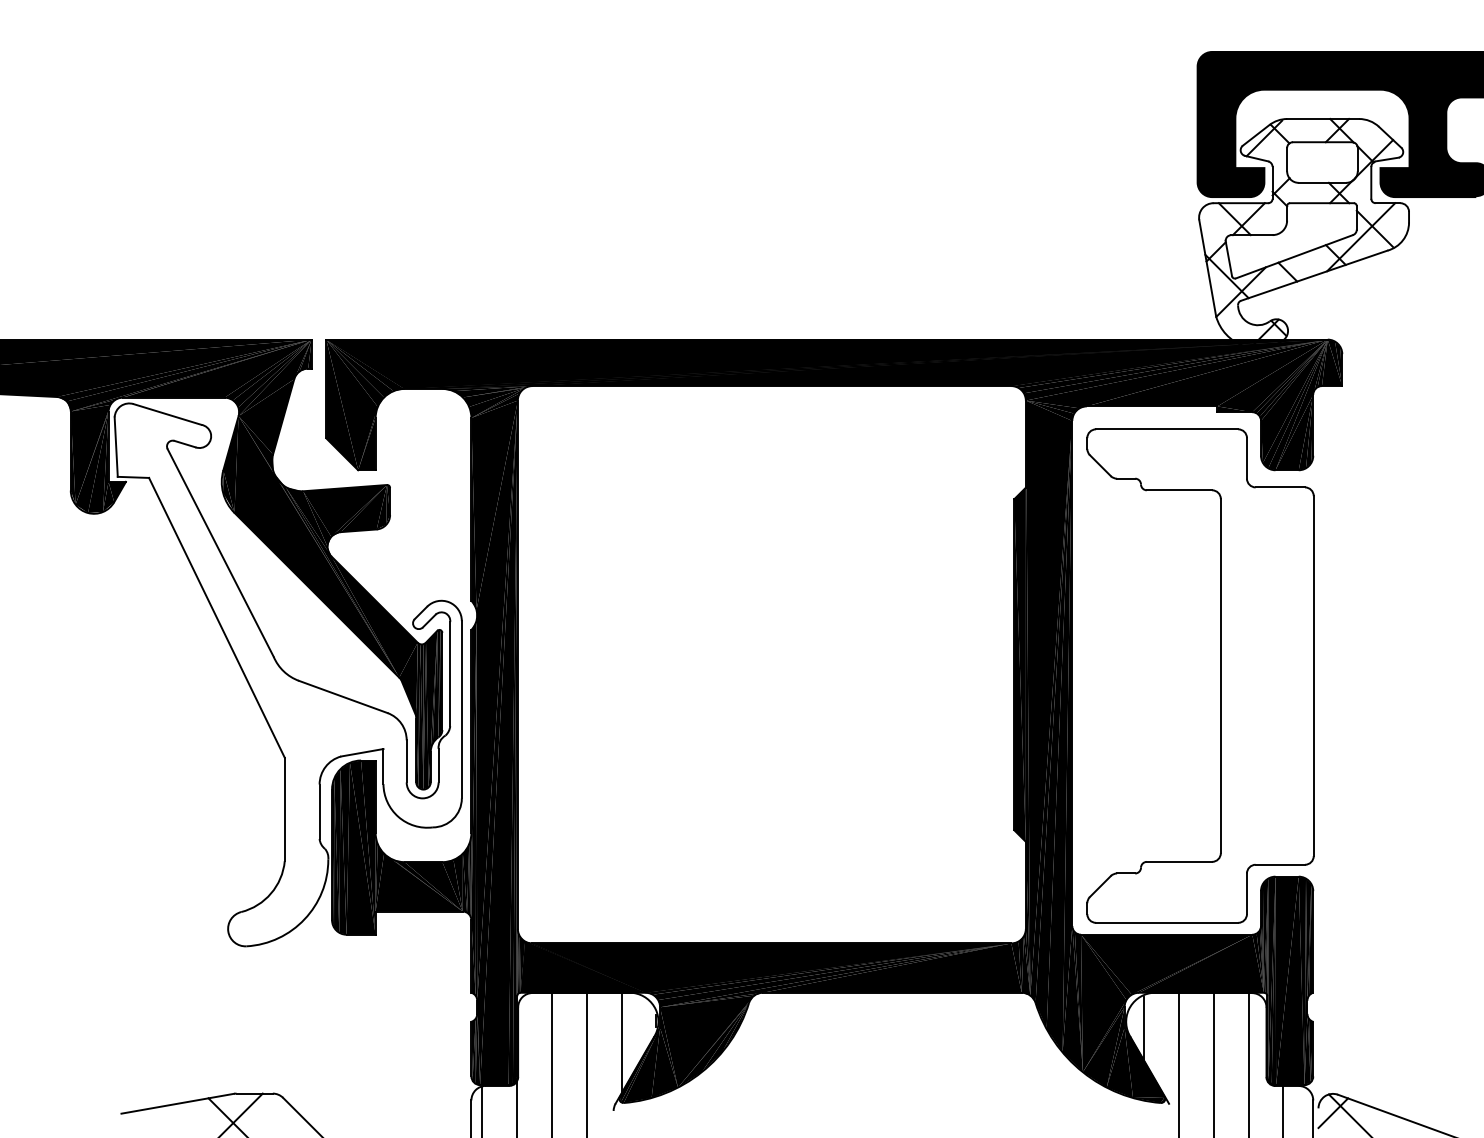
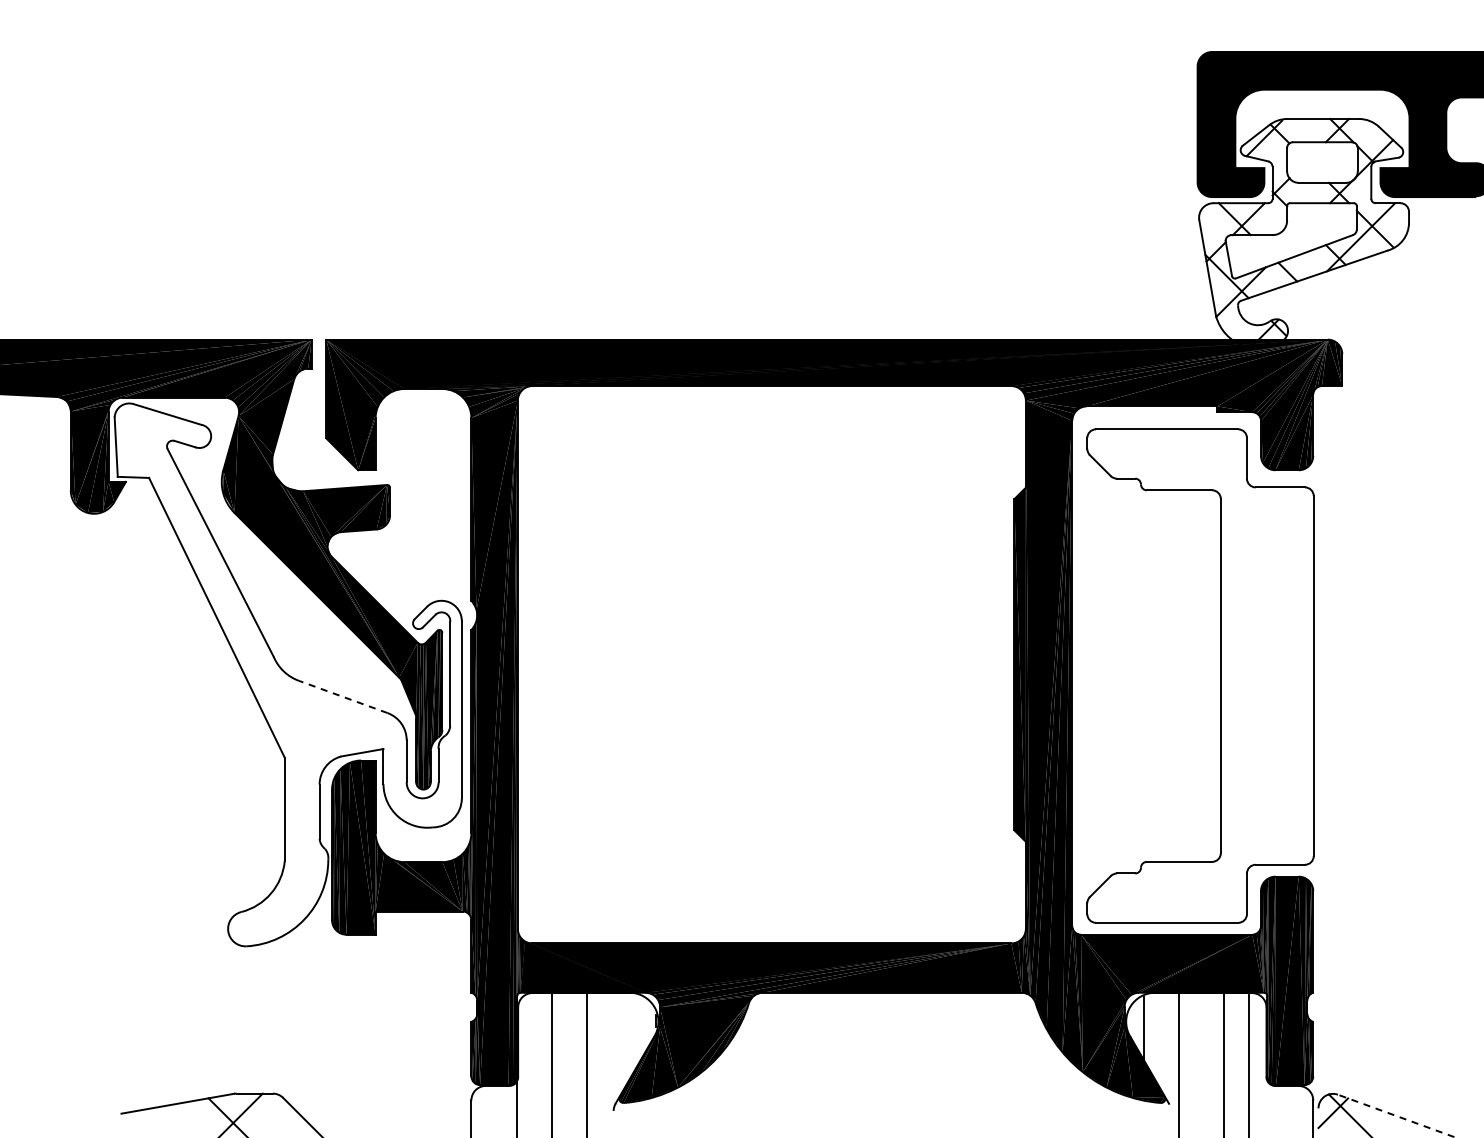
line at (342, 696): solid -> dashed
line at (621, 1043): present -> none
line at (1213, 1063) position: (1213, 1063) -> (1223, 1063)
line at (1283, 1109): present -> none
line at (482, 1110): present -> none
line at (1397, 1116): solid -> dashed
